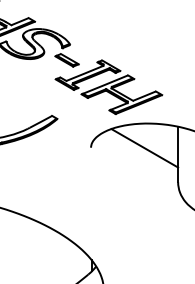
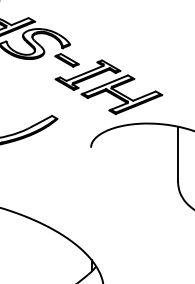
line at (144, 148): present -> none
